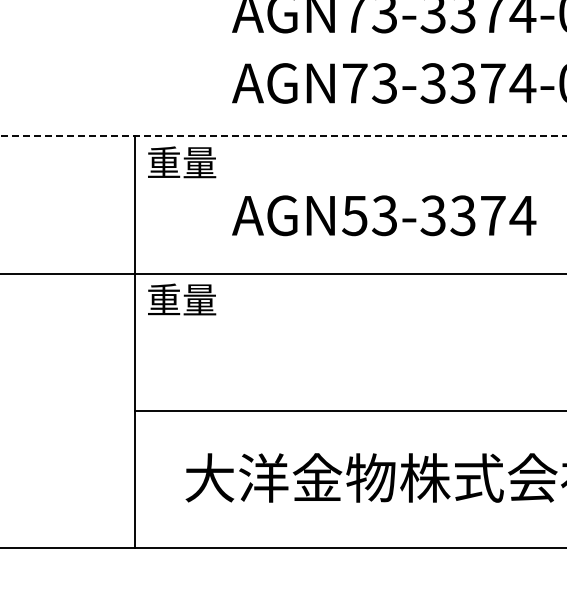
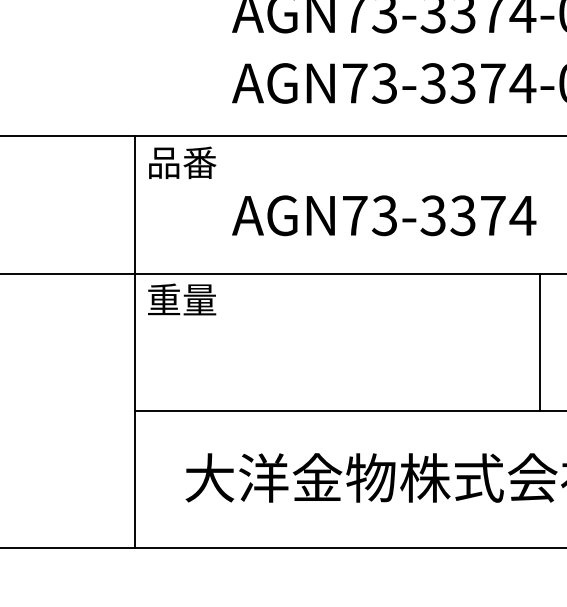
line at (283, 136): dashed -> solid
text at (182, 162): 重量 -> 品番
text at (354, 216): AGN53-3374 -> AGN73-3374
line at (539, 341): none -> present
